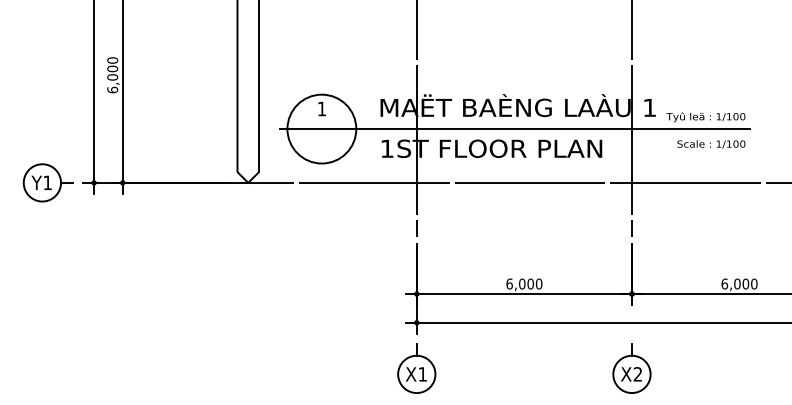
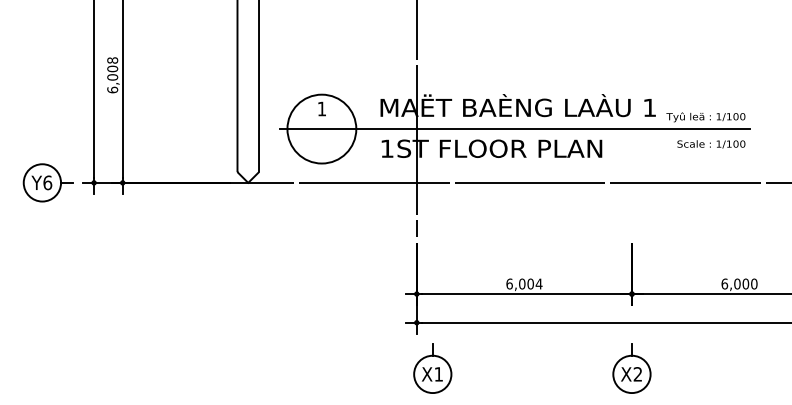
text at (112, 60): 6,000 -> 6,008
line at (631, 119): present -> none
text at (47, 182): Y1 -> Y6
text at (538, 283): 6,000 -> 6,004
part at (416, 368) position: (416, 368) -> (432, 368)
